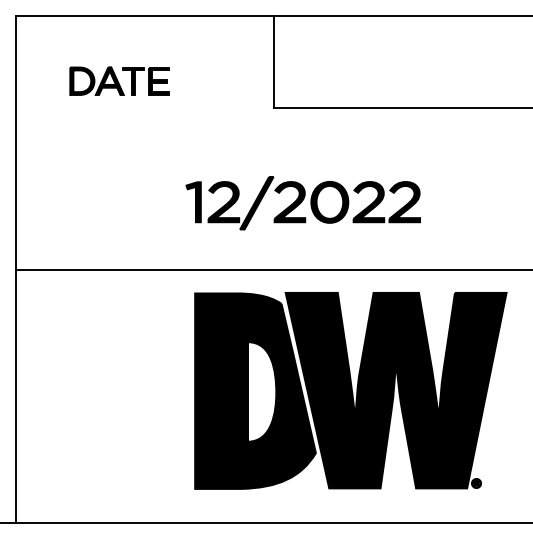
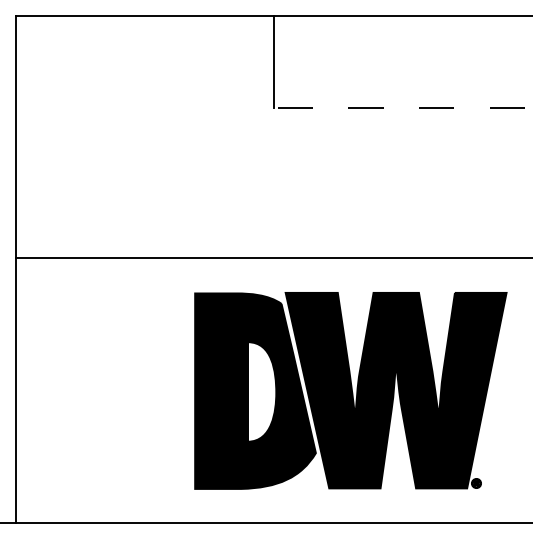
part at (119, 80): present -> none
line at (403, 108): solid -> dashed
part at (302, 203): present -> none
line at (272, 269) position: (272, 269) -> (272, 257)
